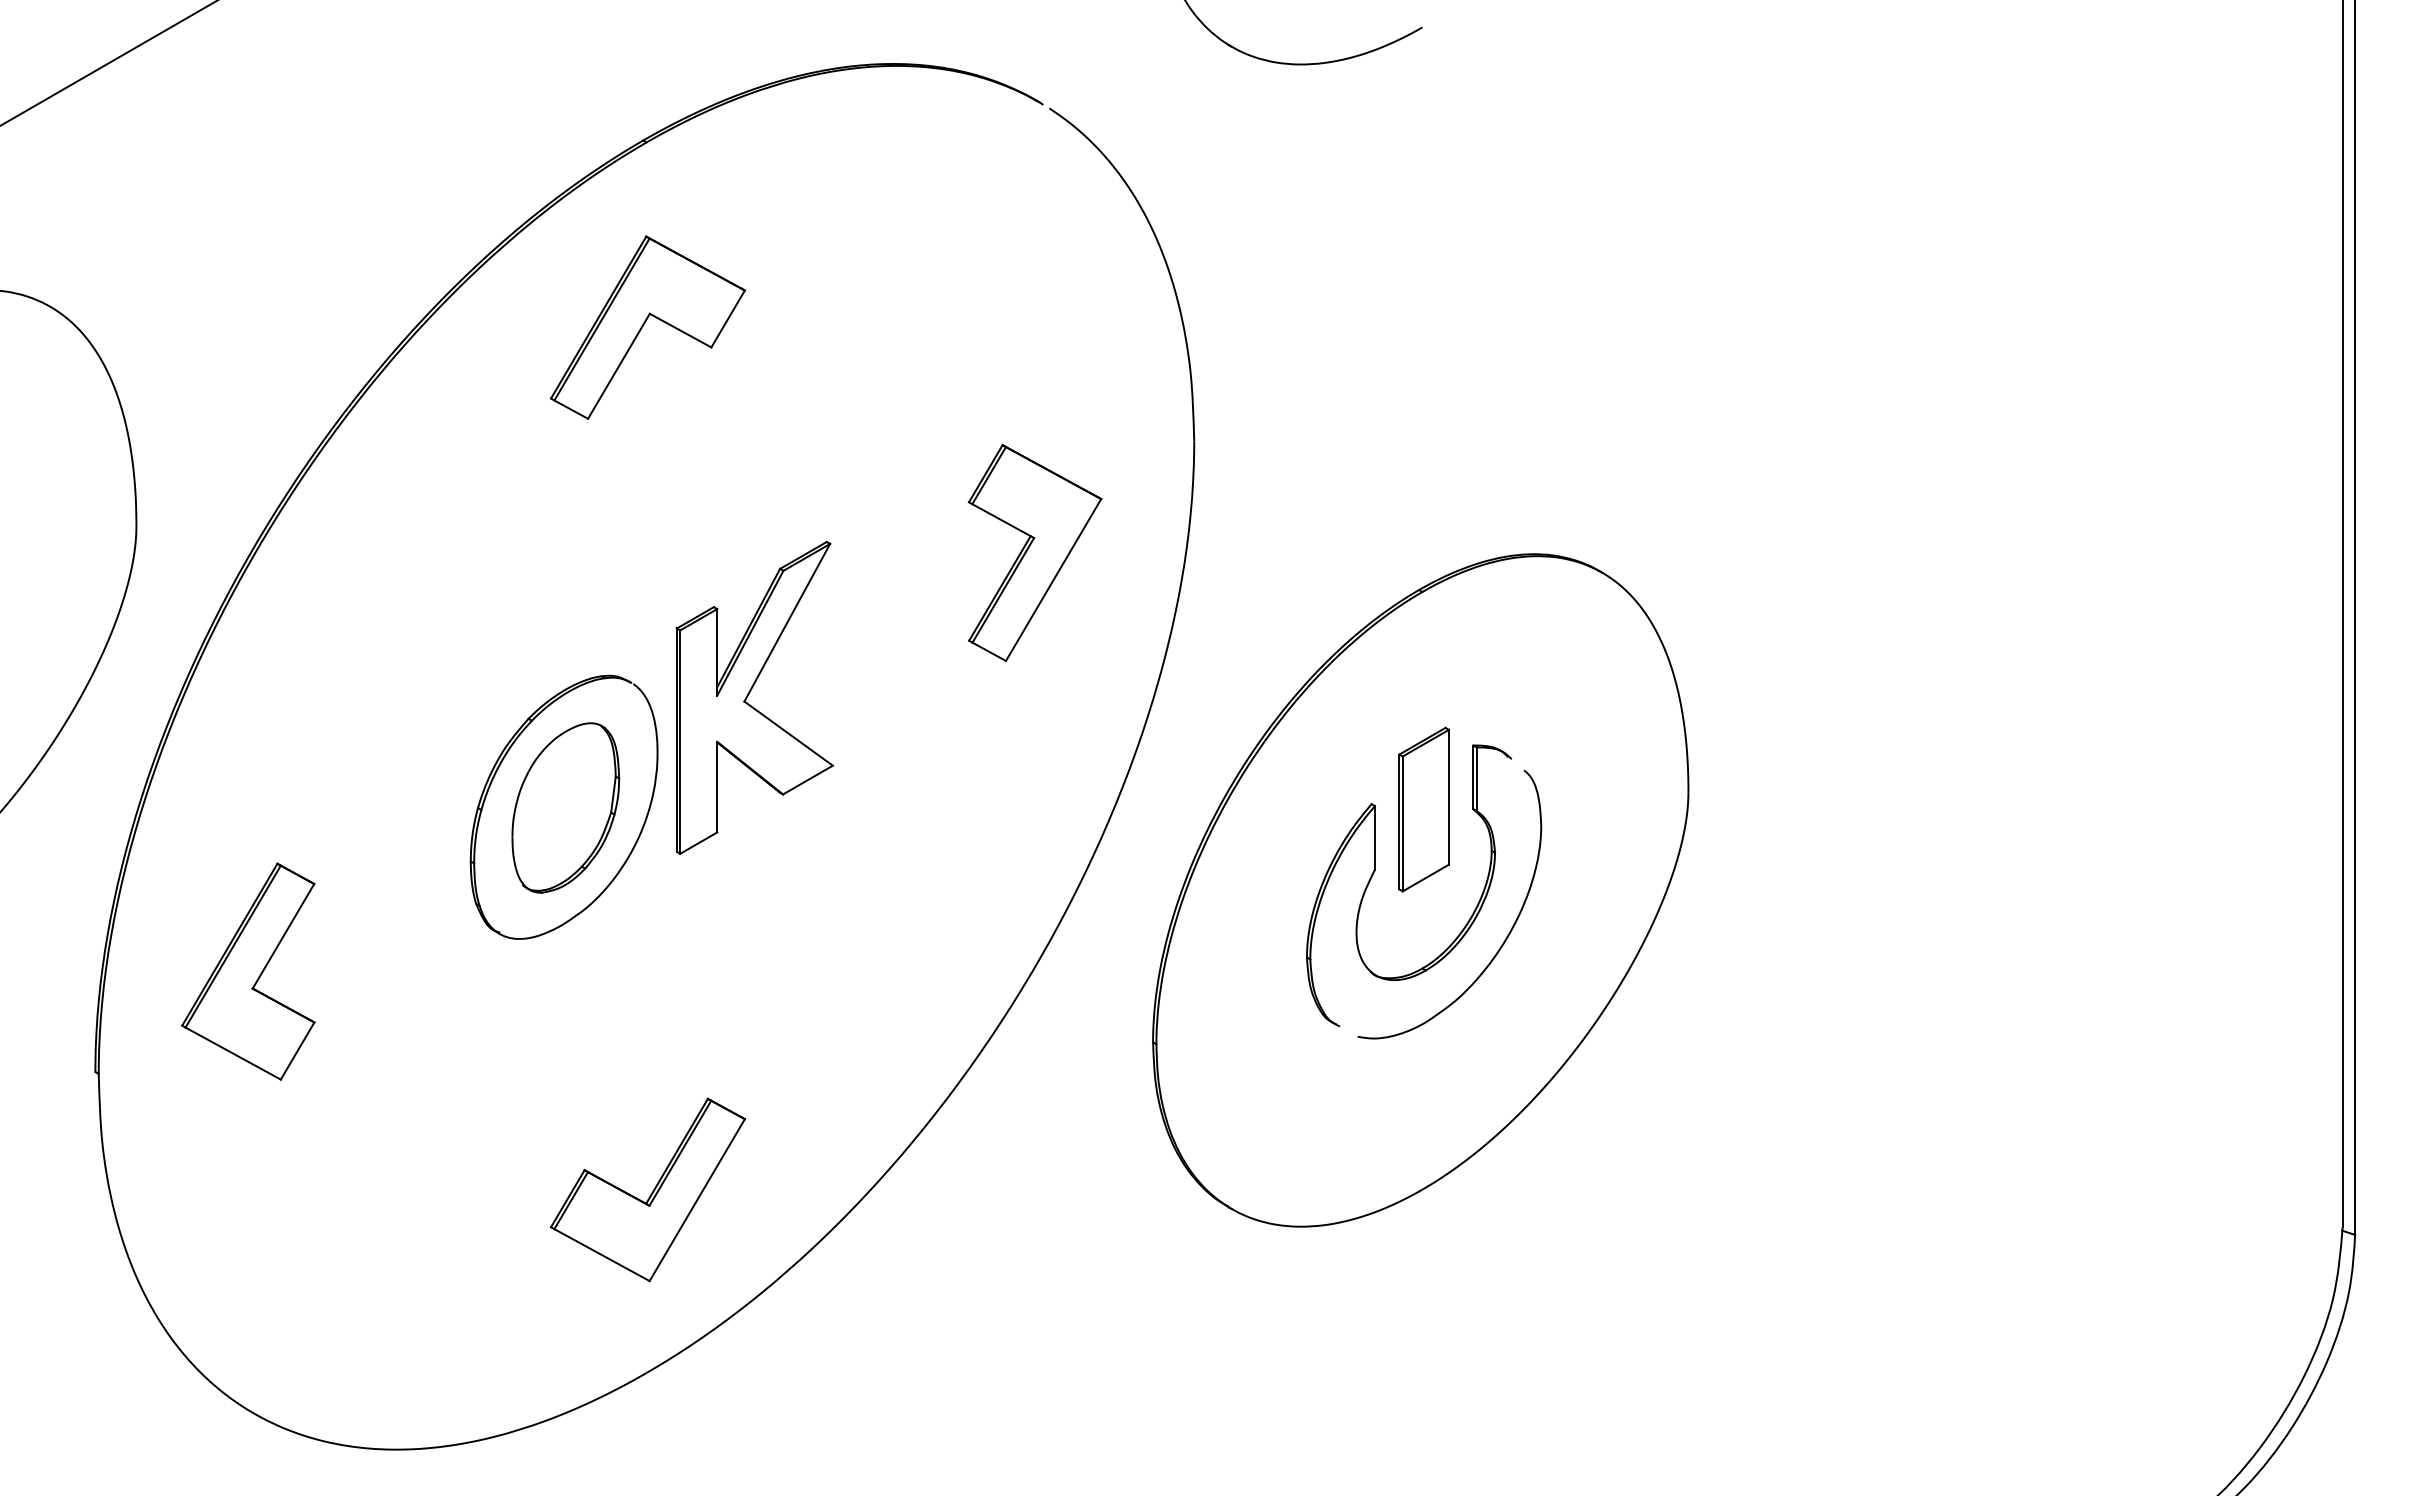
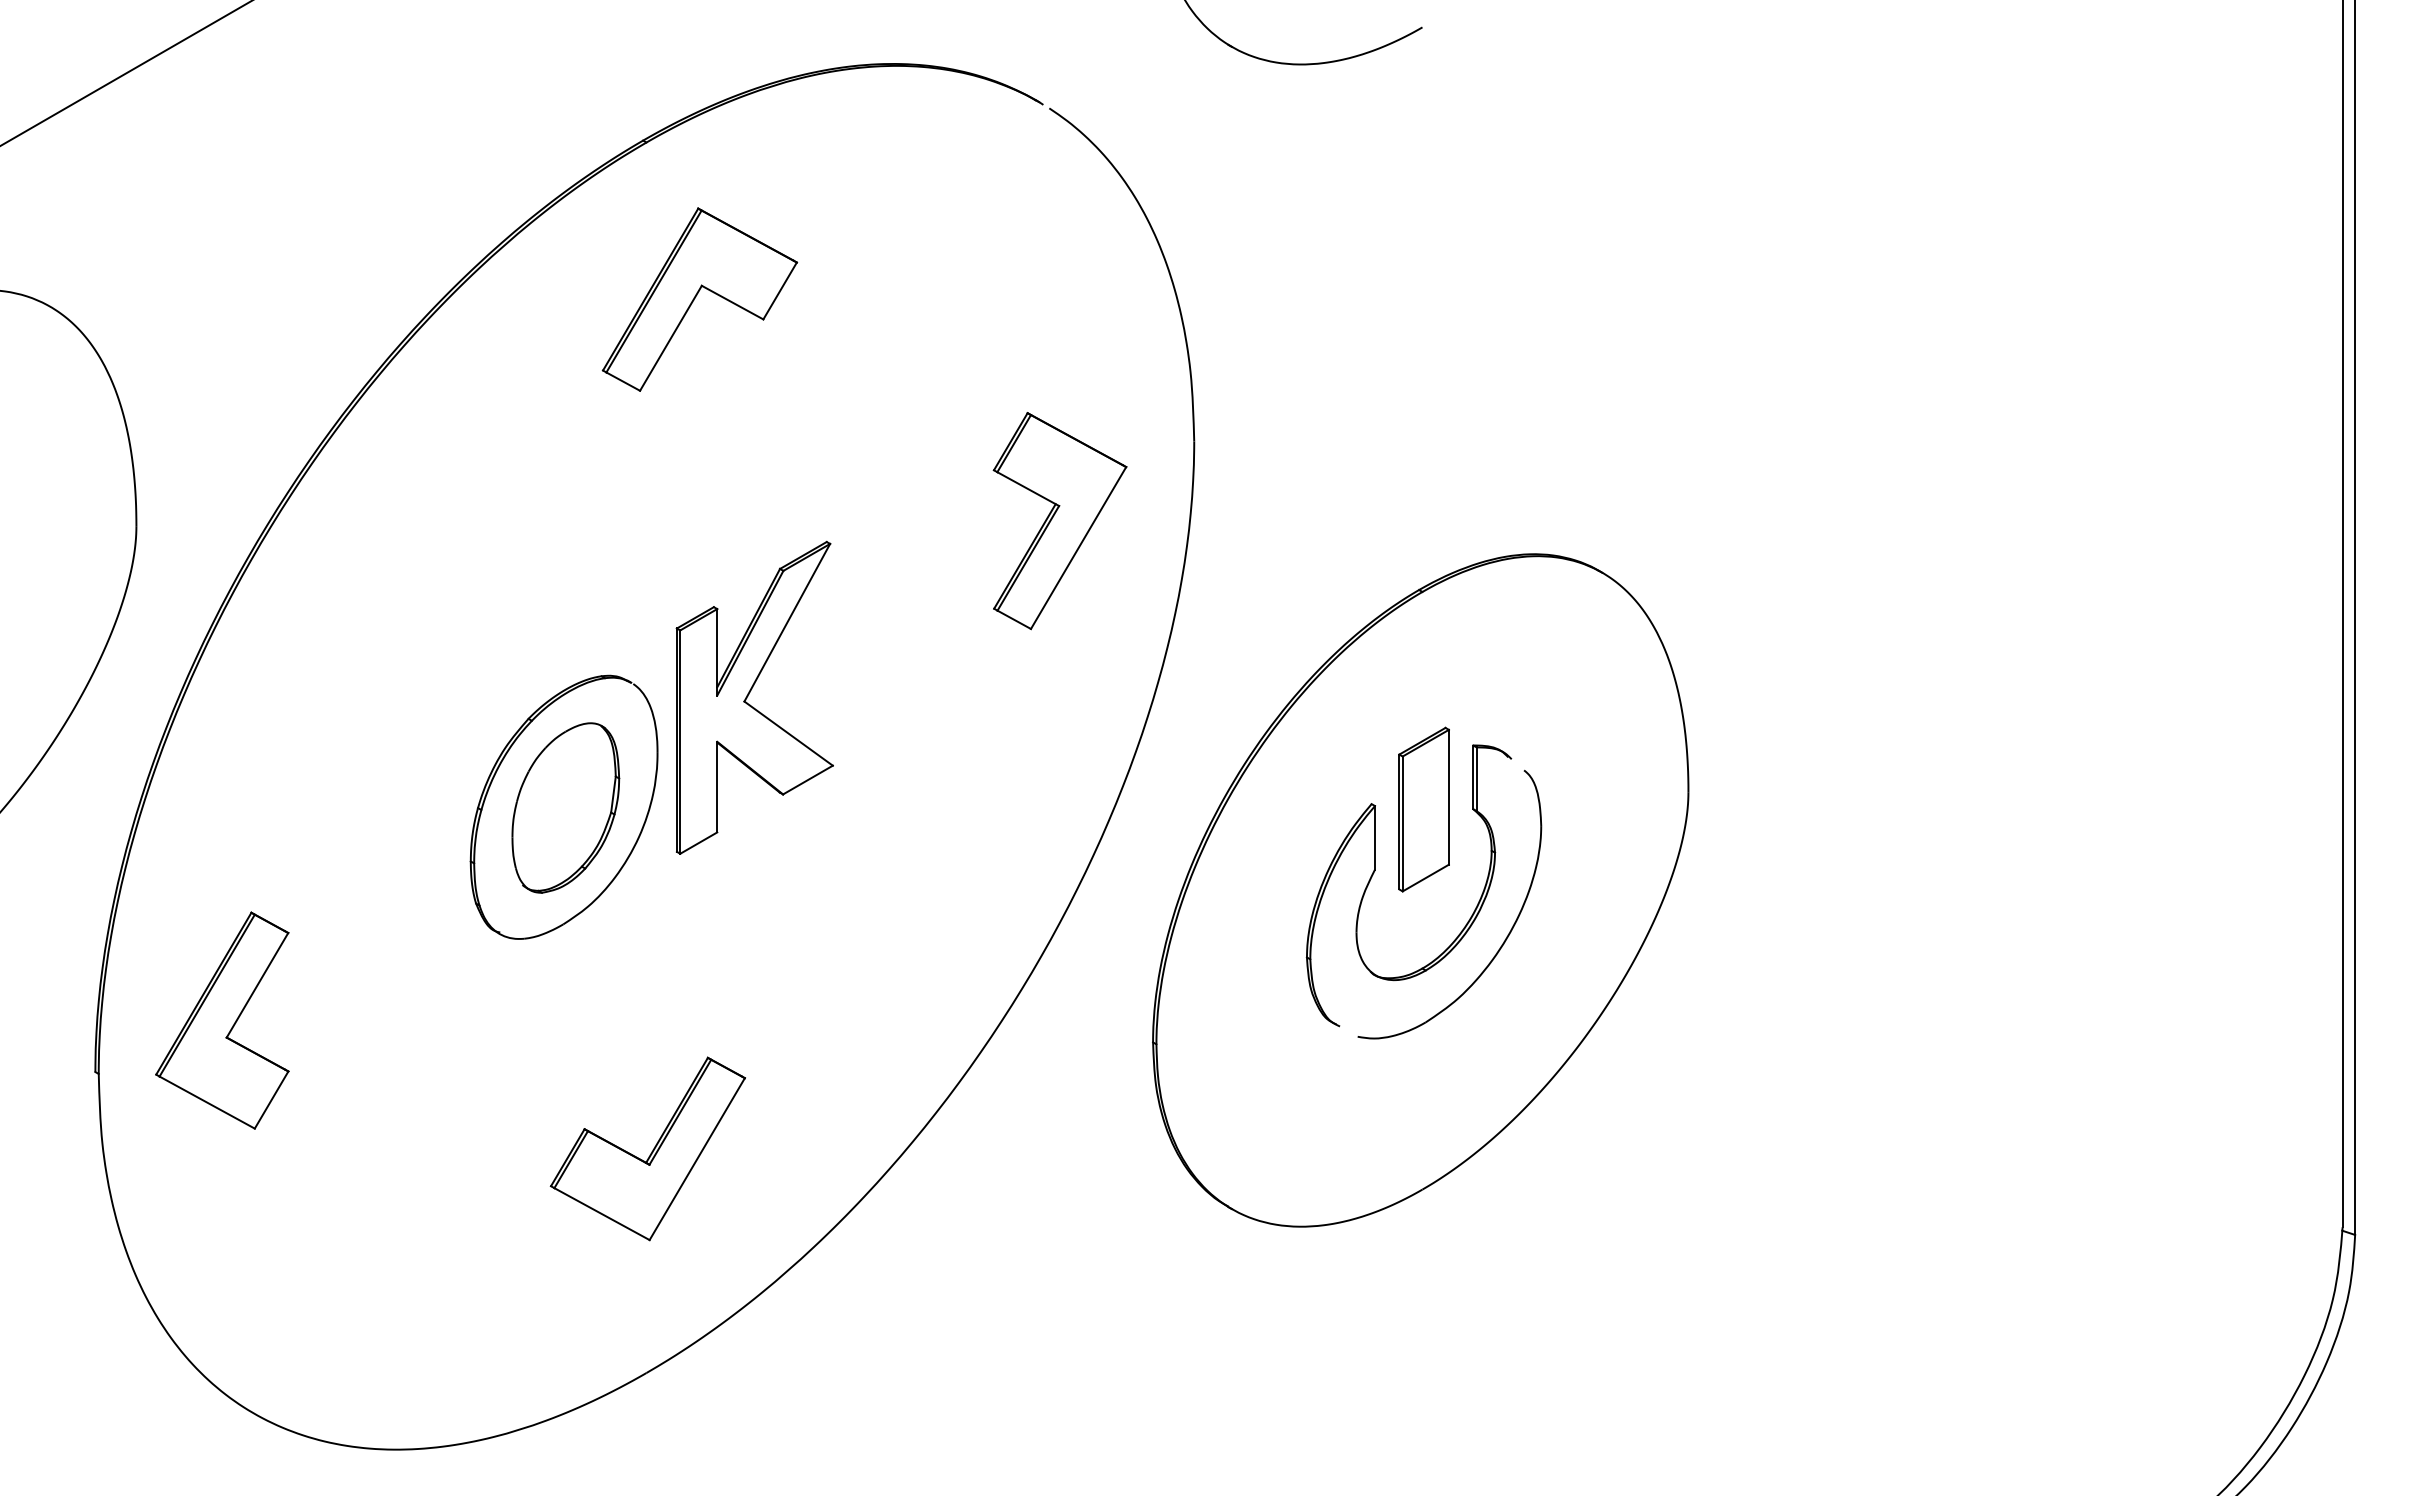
line at (108, 63) position: (108, 63) -> (125, 73)
part at (647, 327) position: (647, 327) -> (699, 299)
part at (1034, 553) position: (1034, 553) -> (1059, 521)
part at (248, 971) position: (248, 971) -> (222, 1020)
part at (647, 1189) position: (647, 1189) -> (647, 1148)
